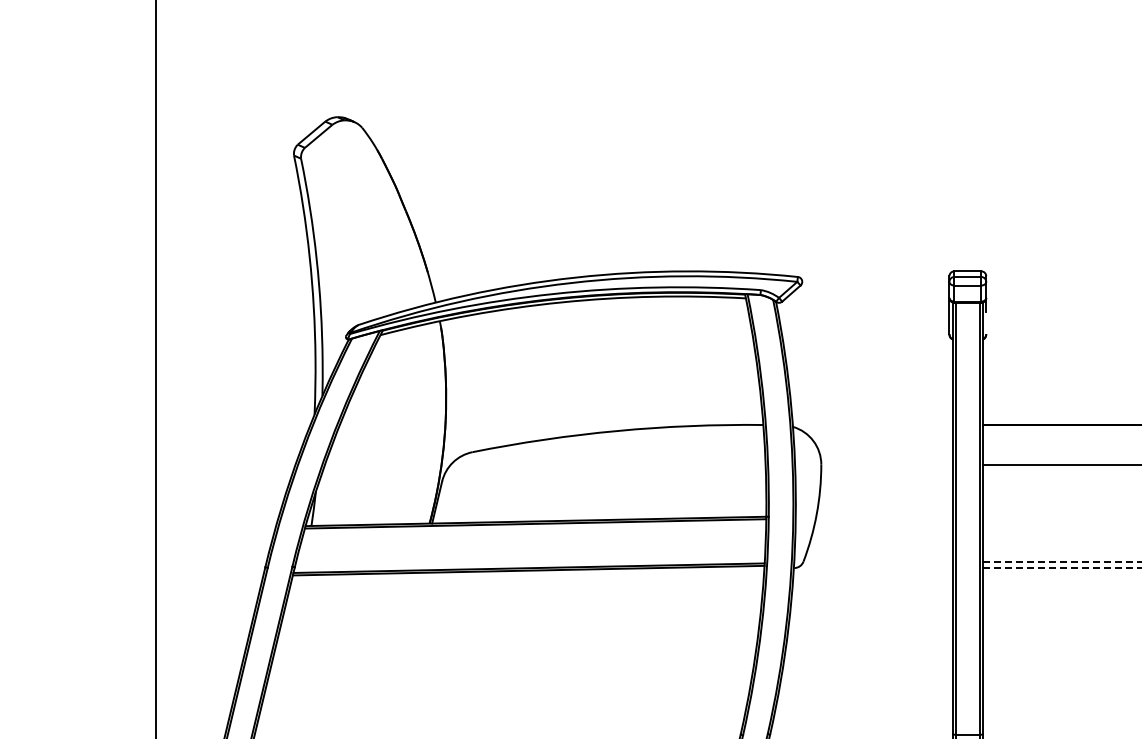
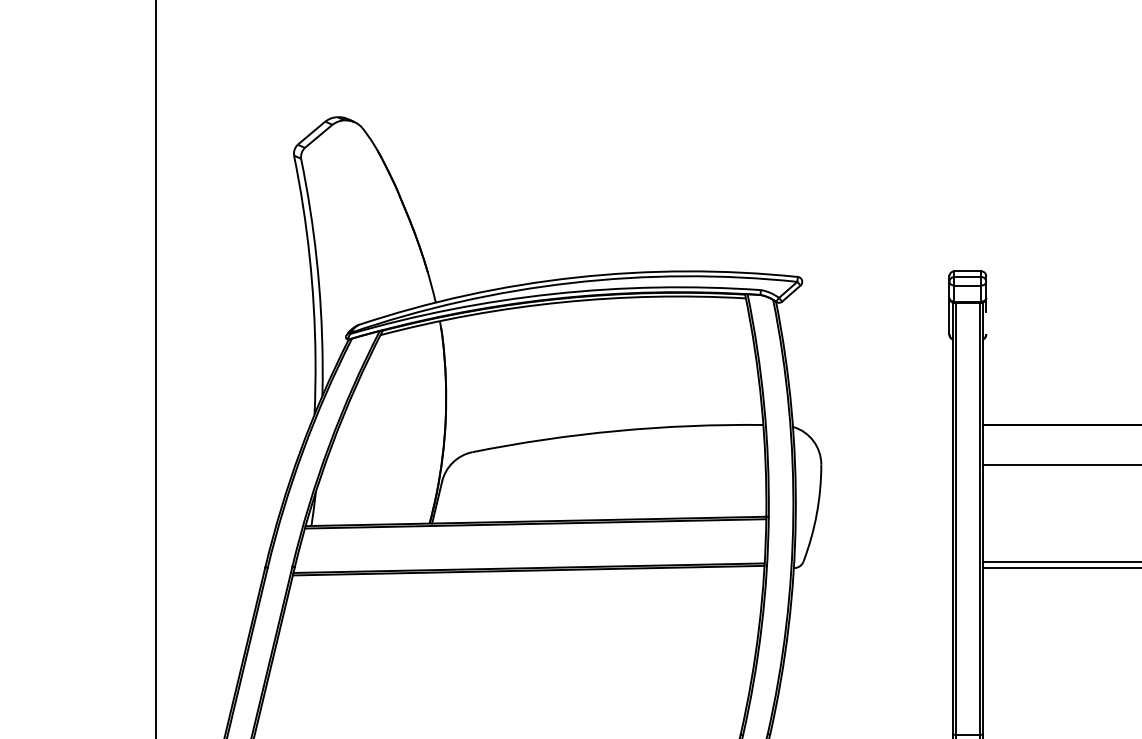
line at (1062, 561): dashed -> solid
line at (1062, 568): dashed -> solid
